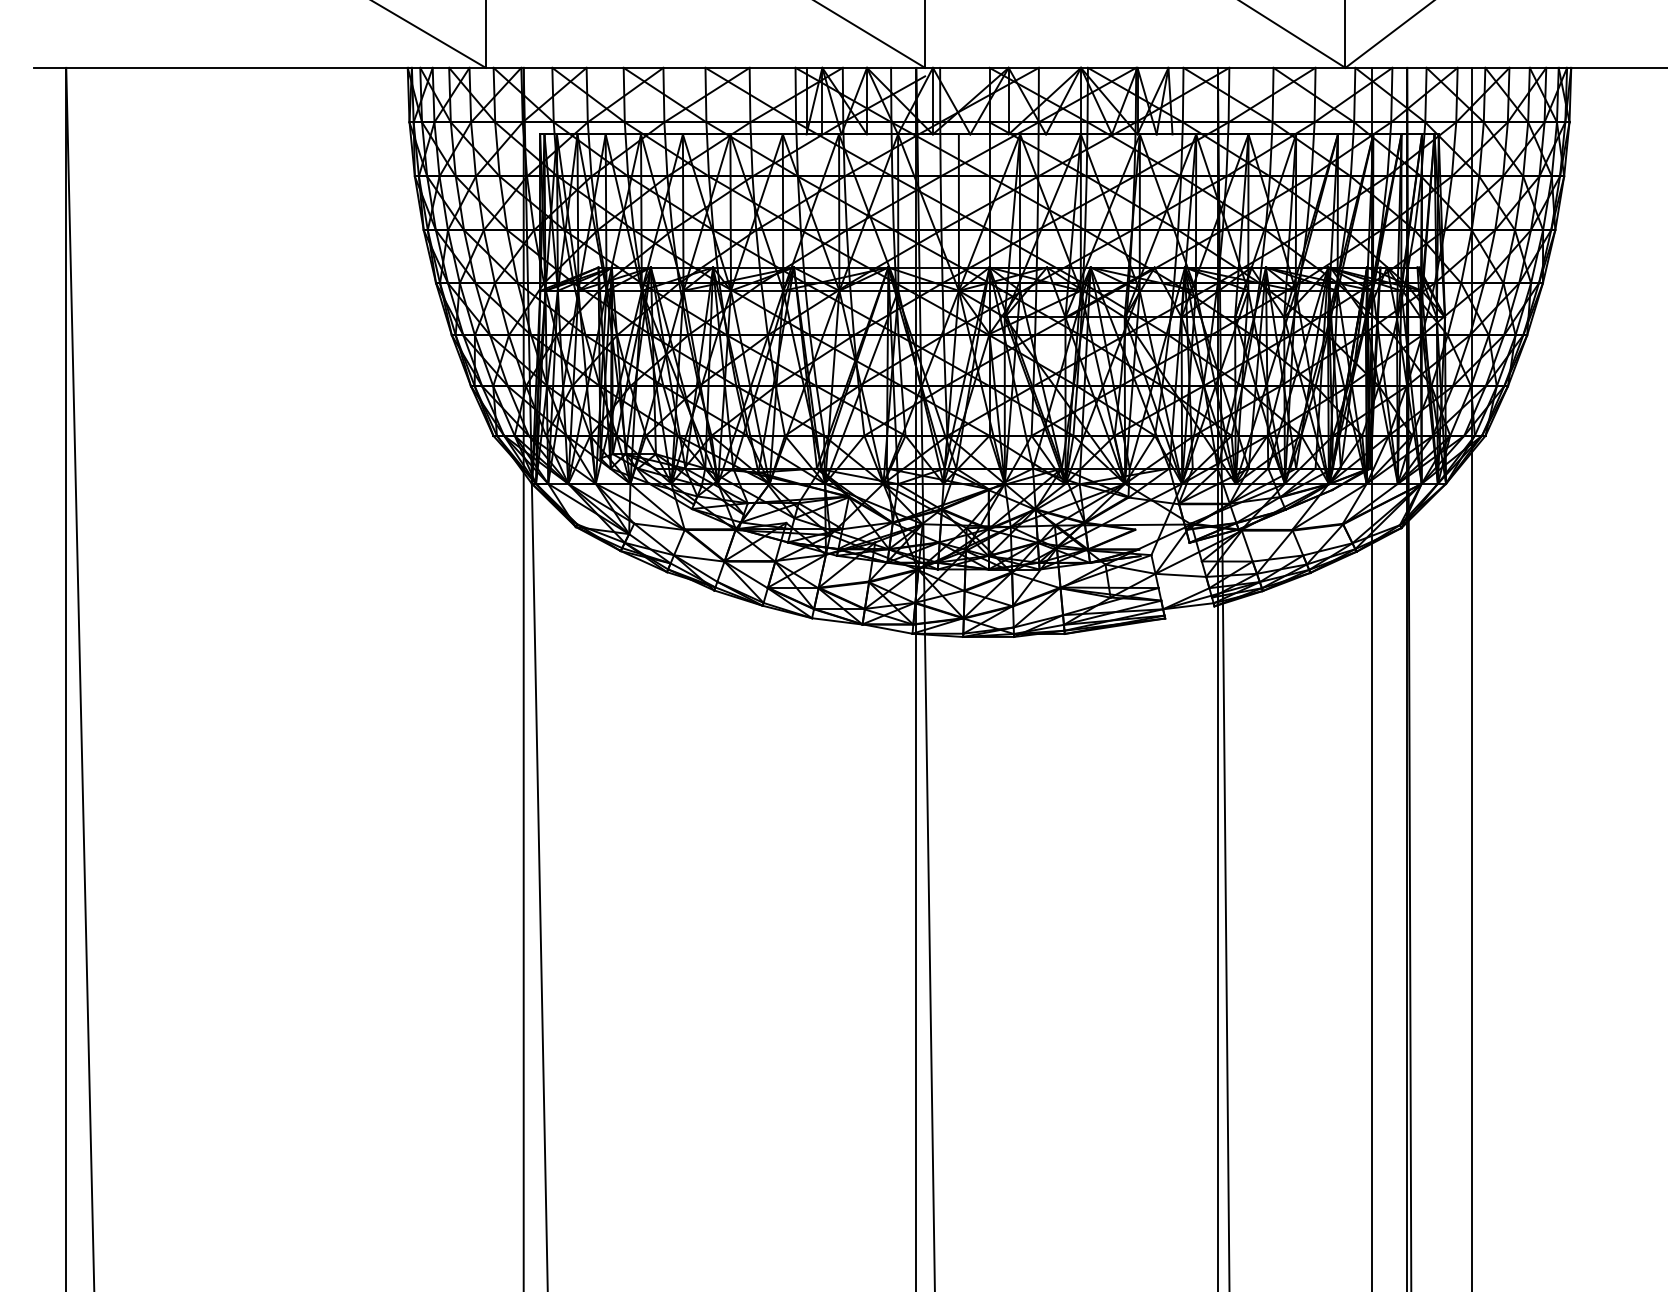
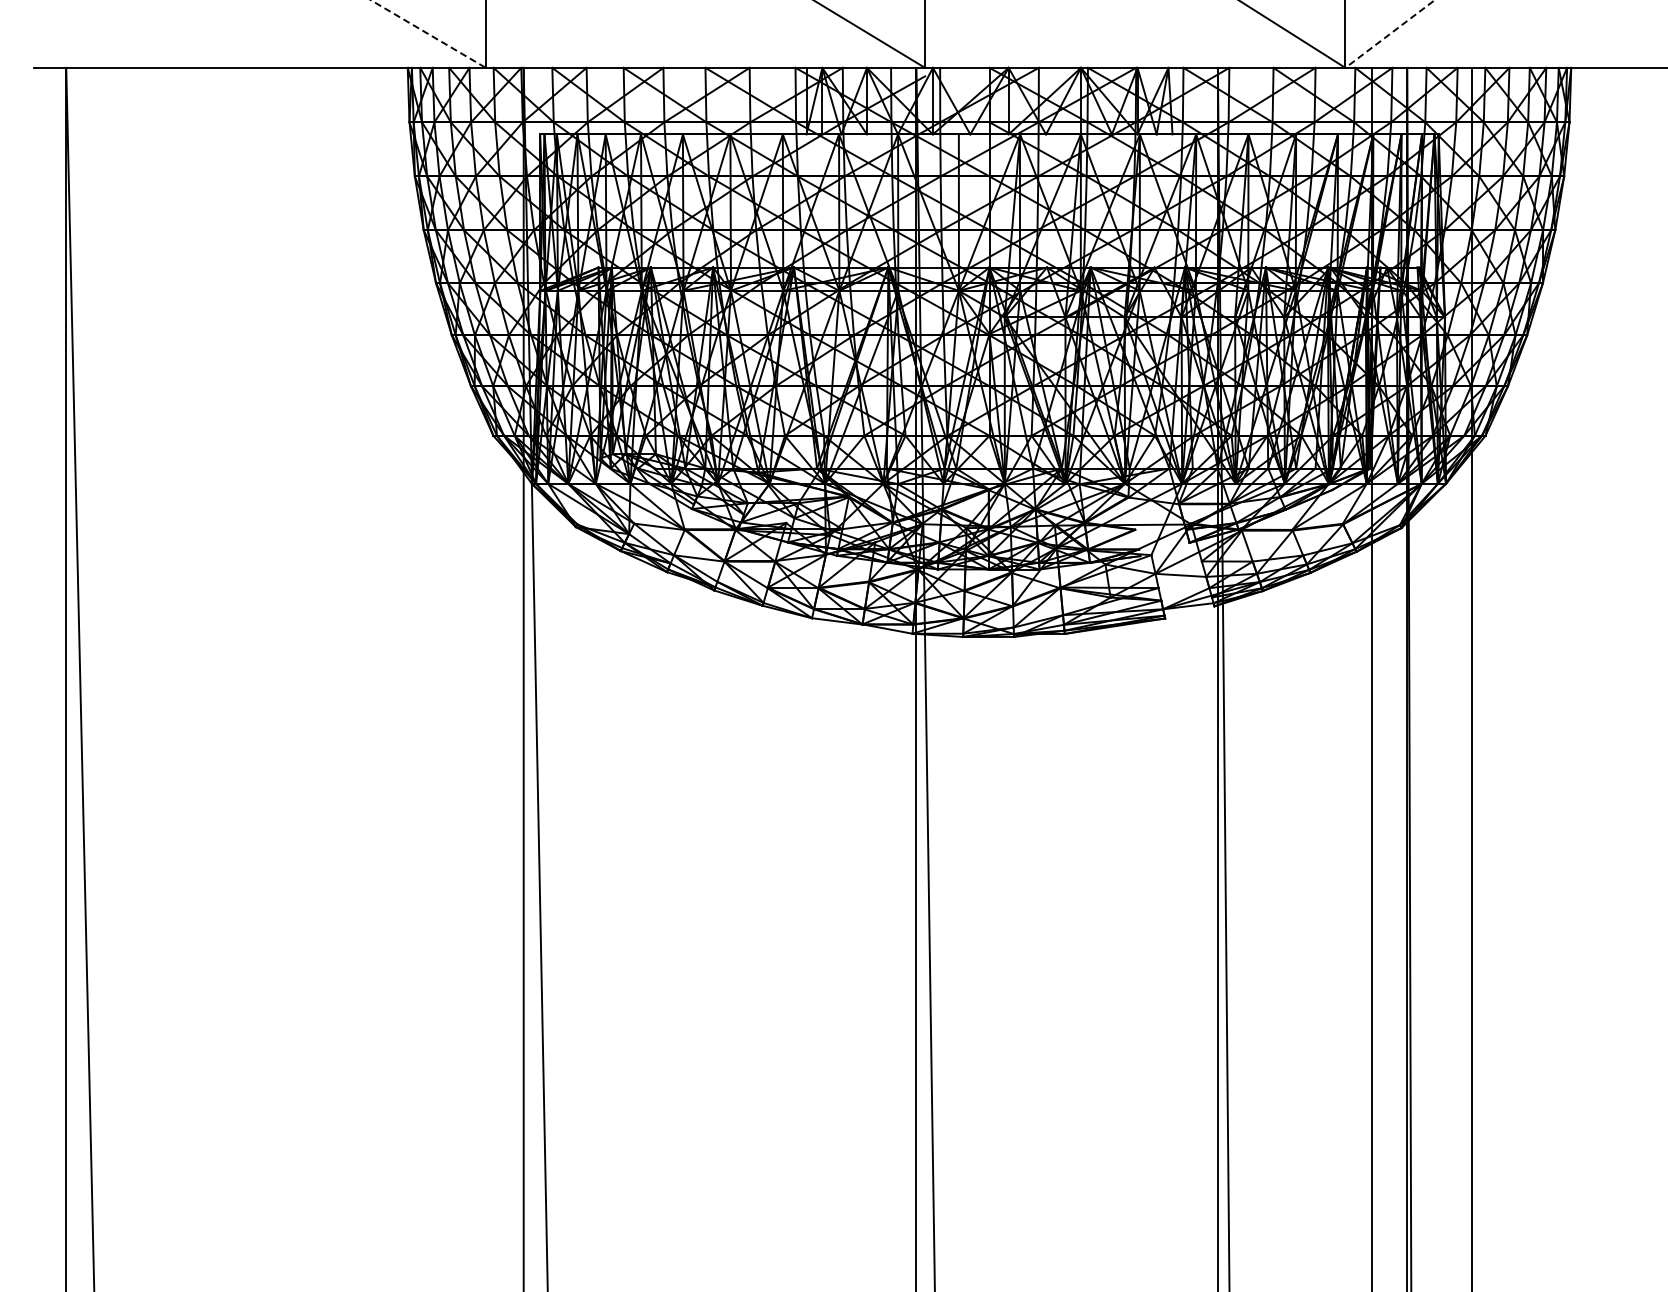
line at (429, 34): solid -> dashed
line at (1390, 34): solid -> dashed
